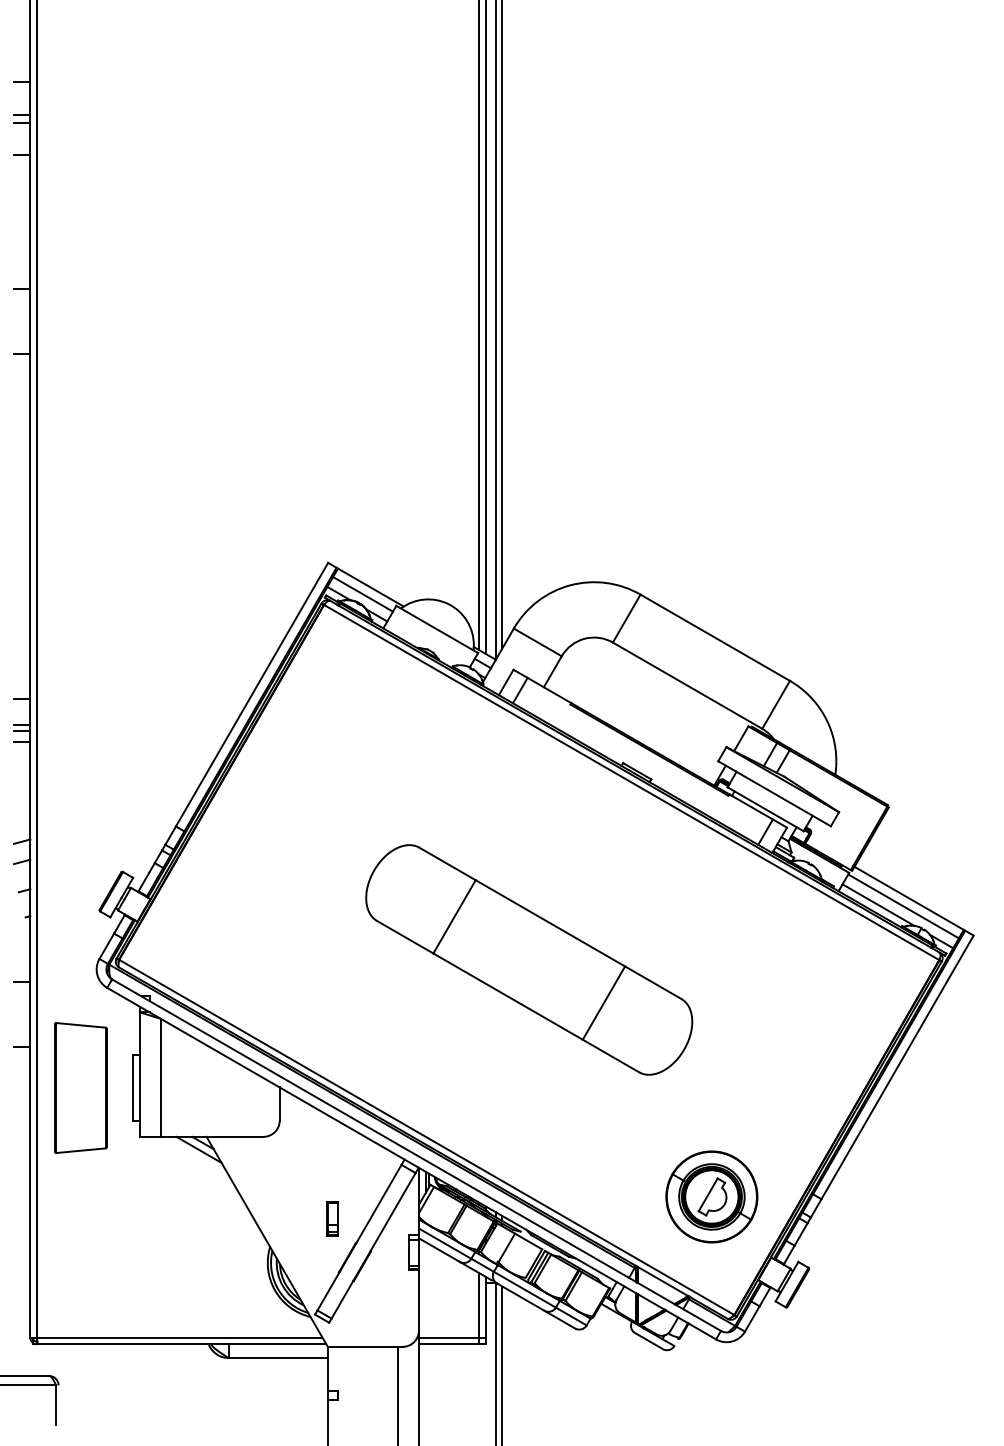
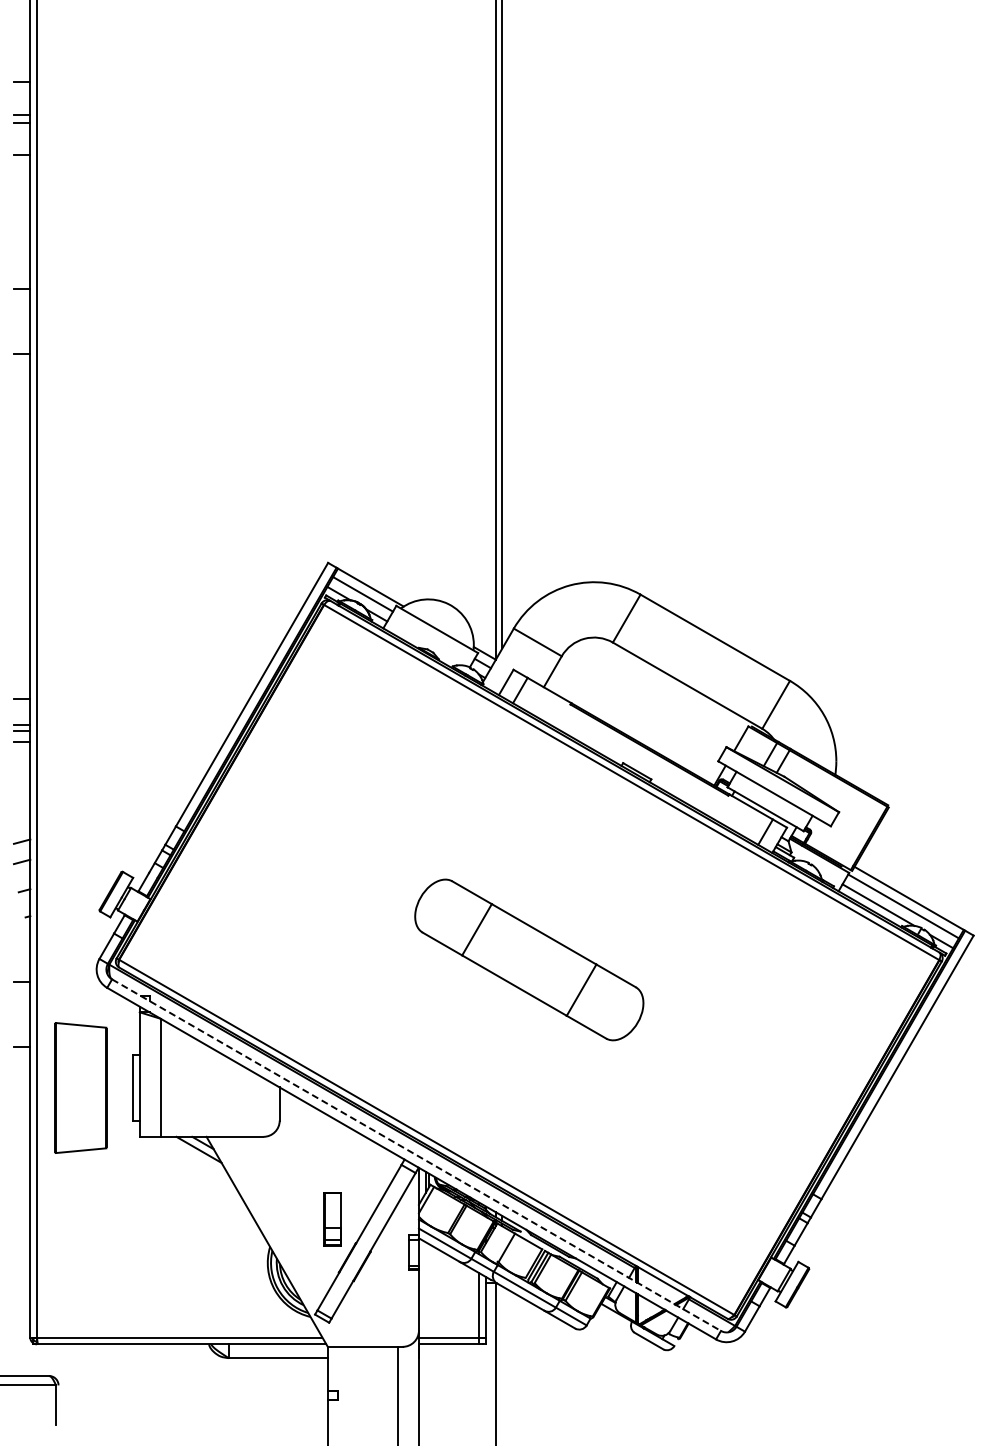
line at (479, 326): present -> none
line at (486, 328): present -> none
part at (529, 959) size: 329x232 px -> 231x164 px
line at (416, 1155): solid -> dashed
part at (711, 1196): present -> none
part at (332, 1218) size: 13x36 px -> 19x55 px
line at (502, 1364): present -> none
